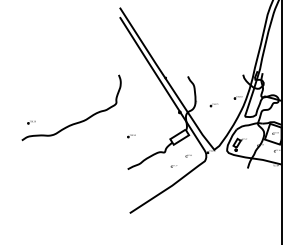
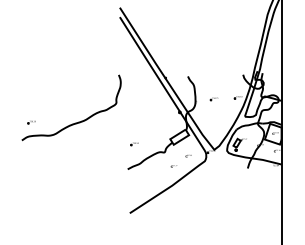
part at (213, 105) position: (213, 105) -> (213, 99)
part at (131, 136) position: (131, 136) -> (134, 144)
